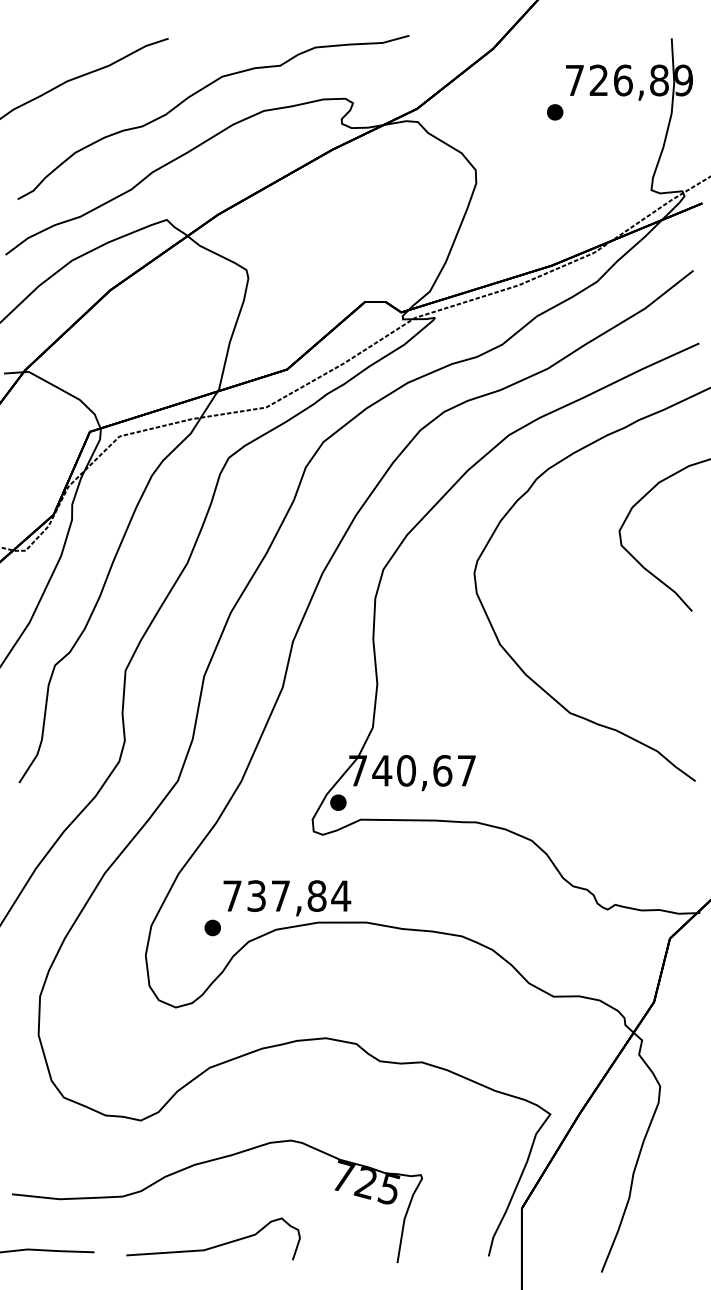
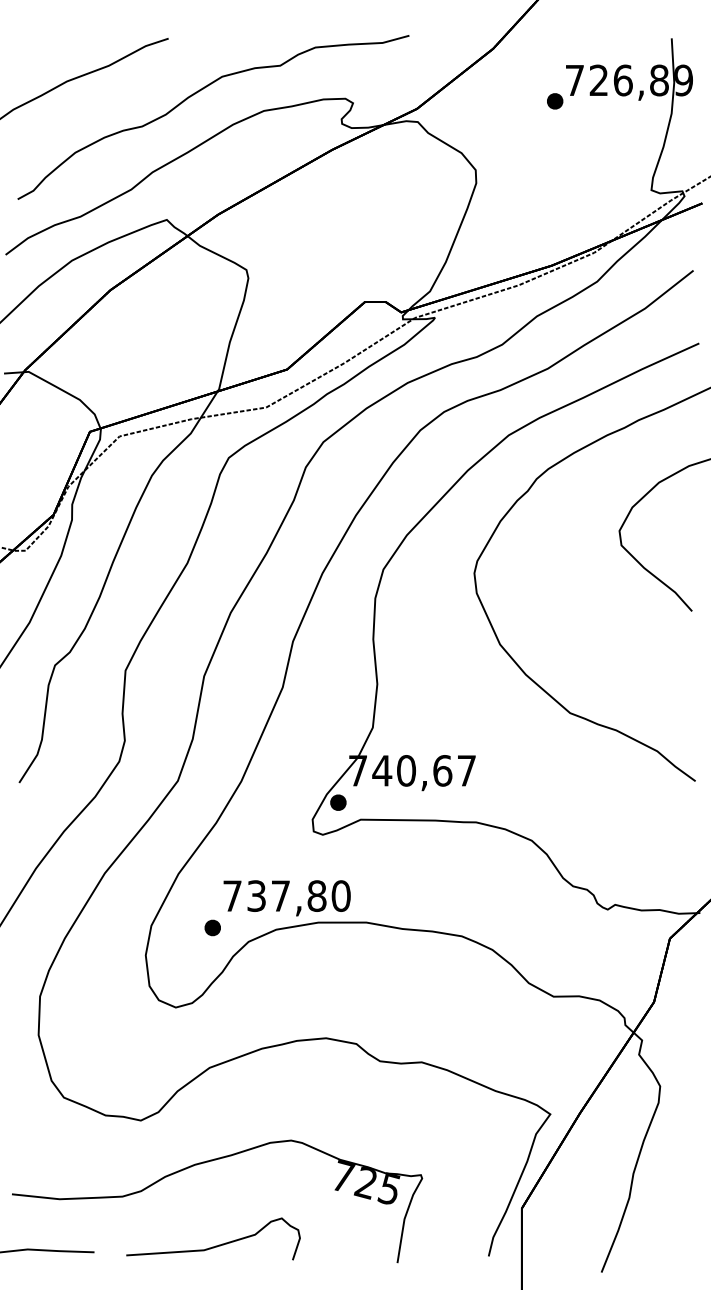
part at (555, 112) position: (555, 112) -> (555, 101)
text at (341, 895): 737,84 -> 737,80
